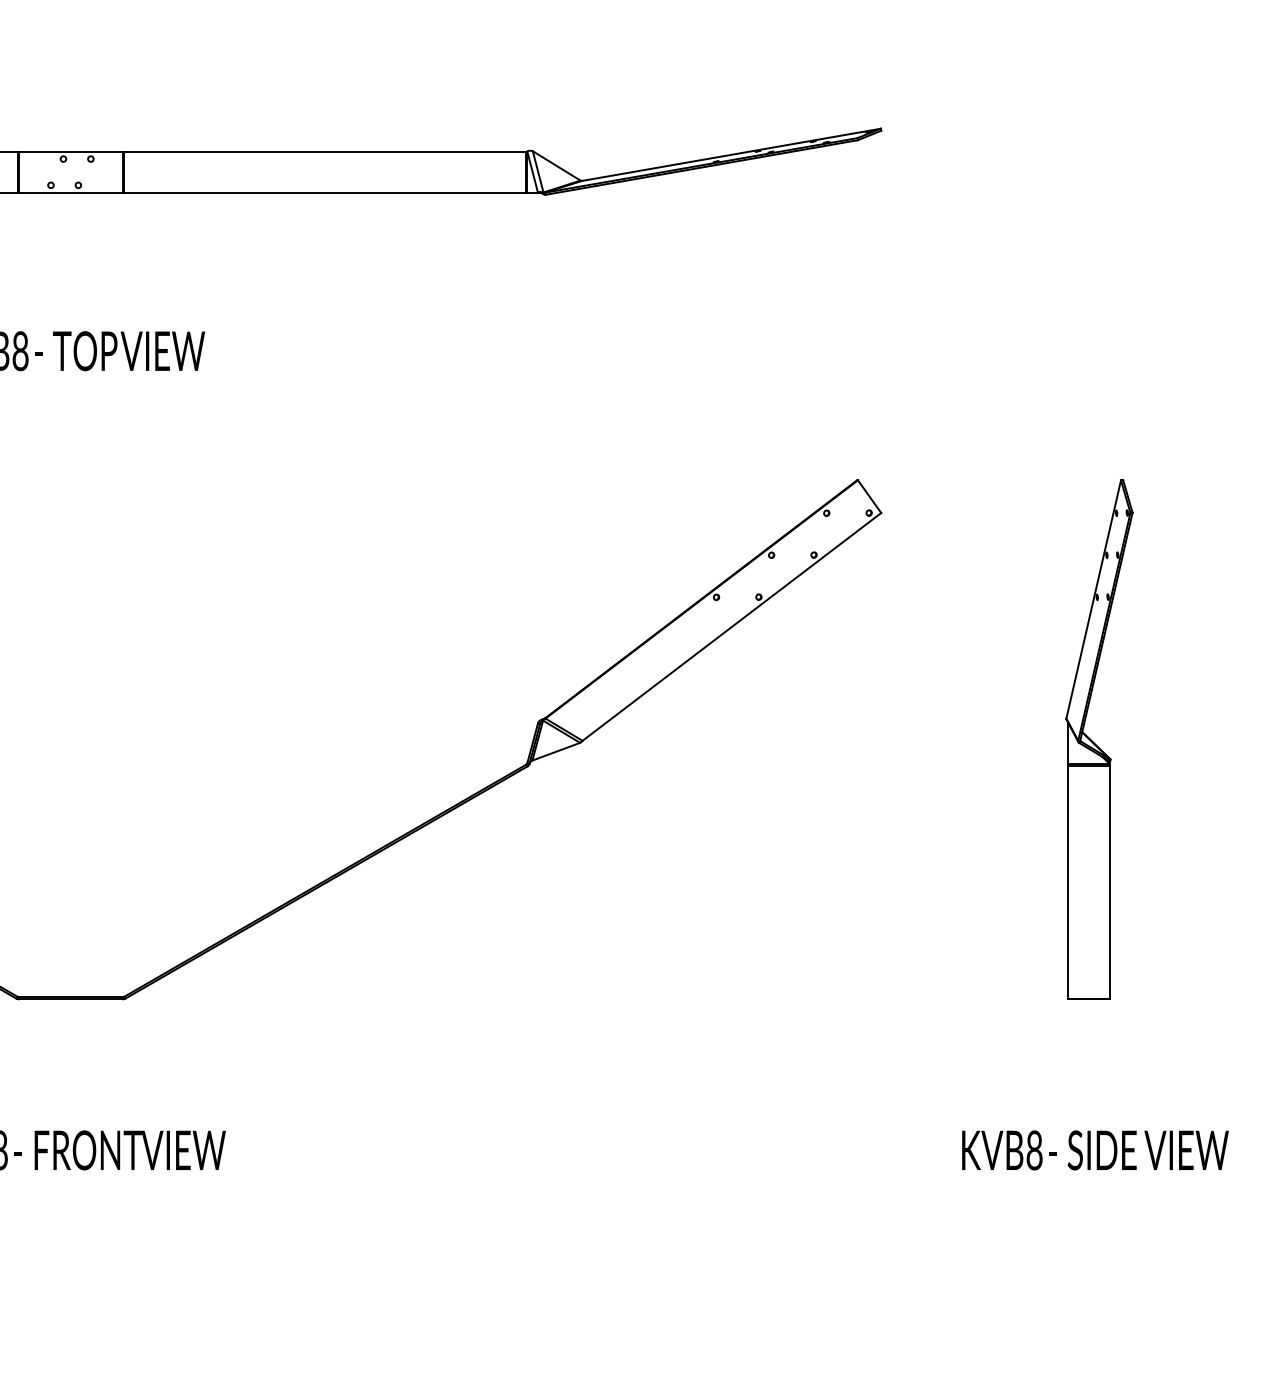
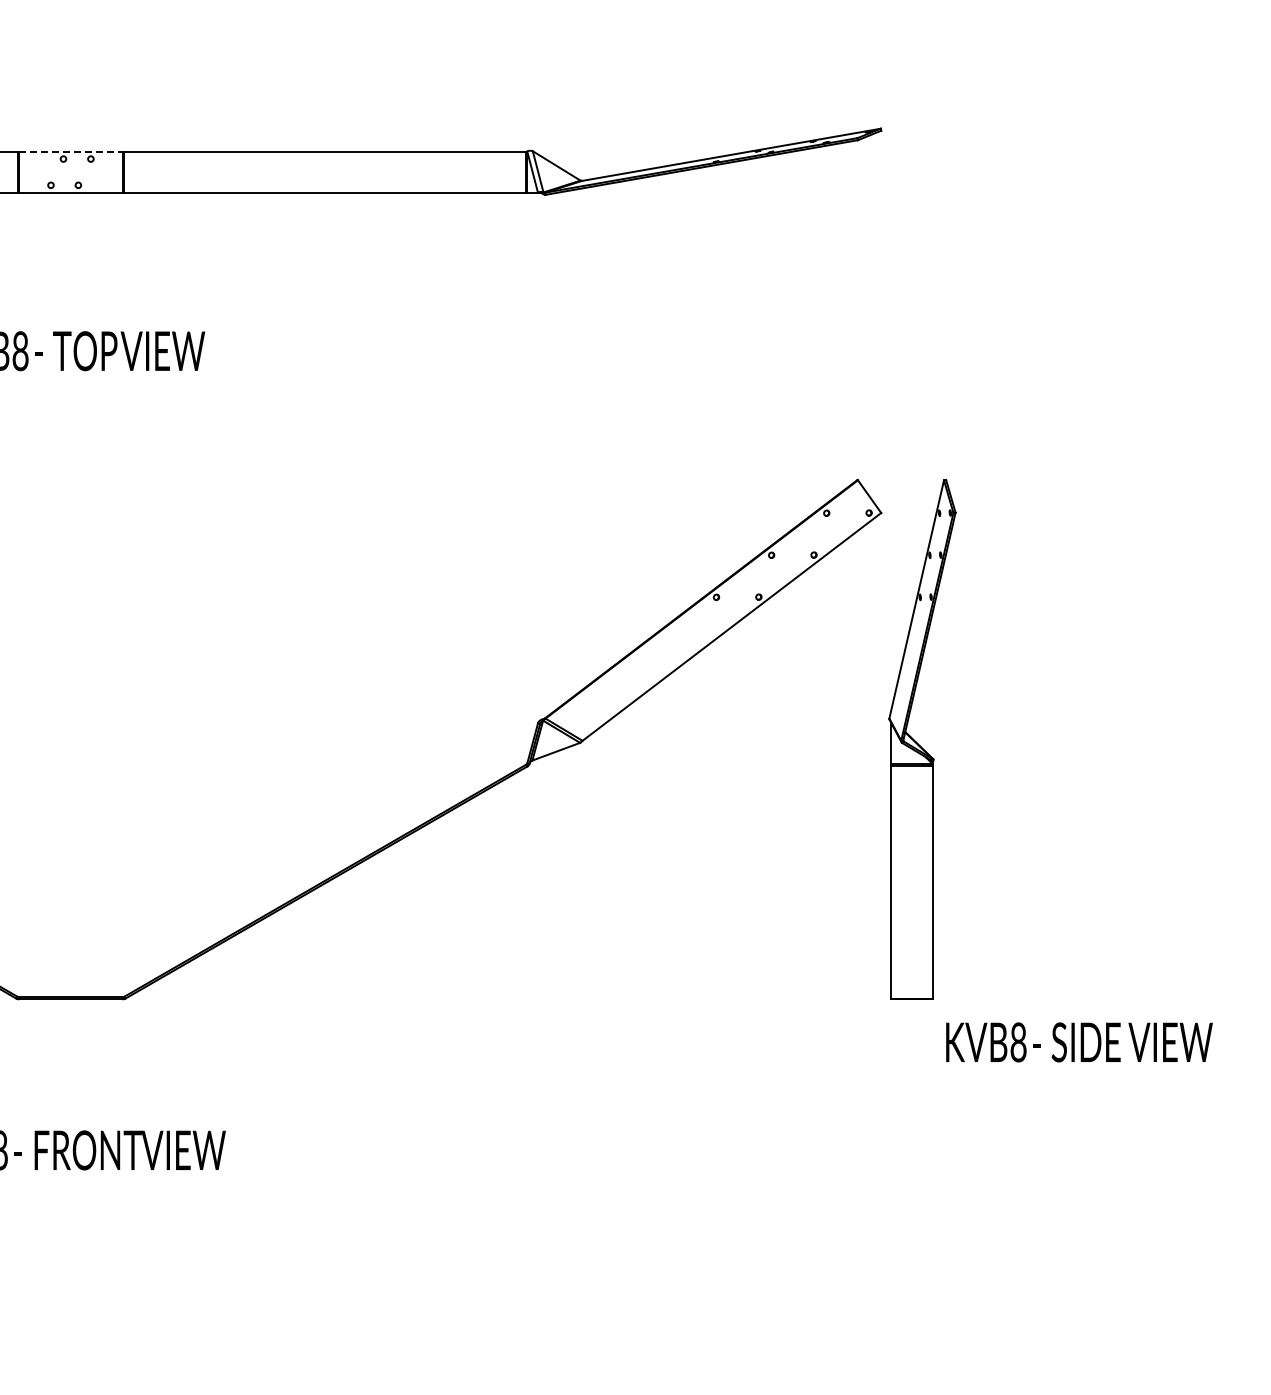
line at (70, 151): solid -> dashed
part at (1099, 739) position: (1099, 739) -> (922, 739)
text at (1095, 1150) position: (1095, 1150) -> (1079, 1042)
